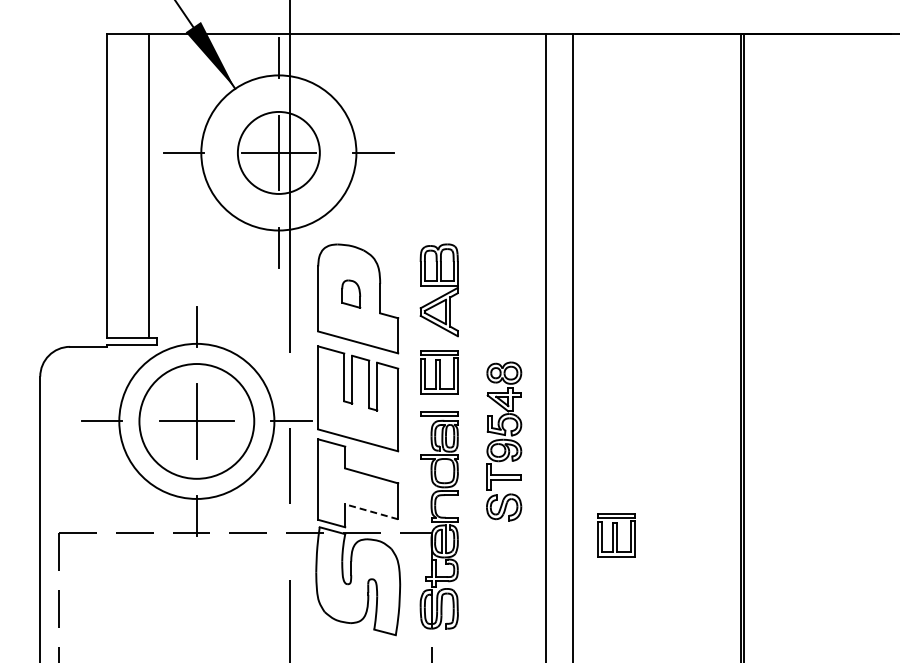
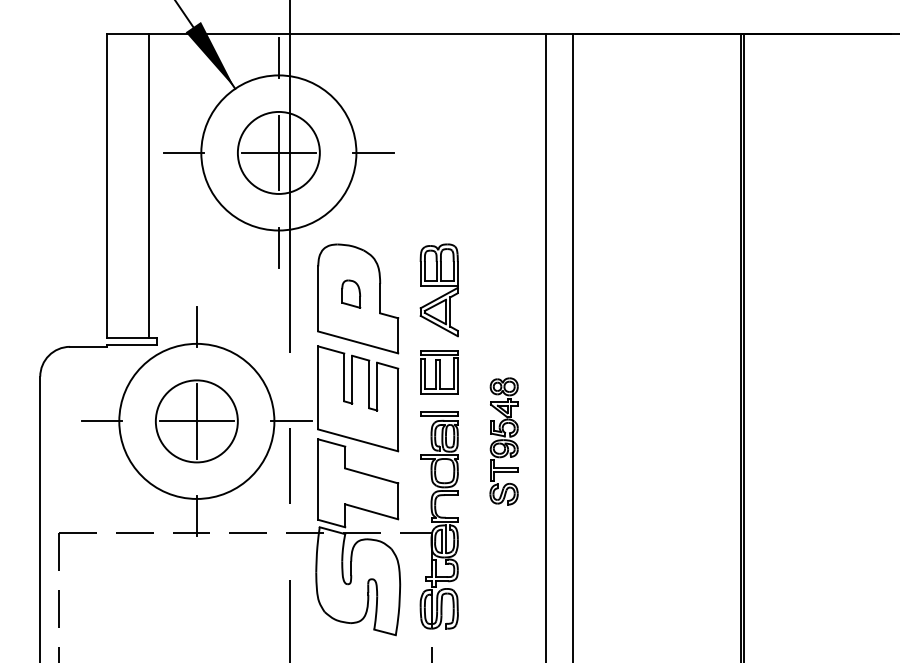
circle at (196, 421) diameter: 115 px -> 82 px
part at (504, 441) size: 37x161 px -> 30x129 px
line at (371, 511): dashed -> solid
part at (616, 535): present -> none
